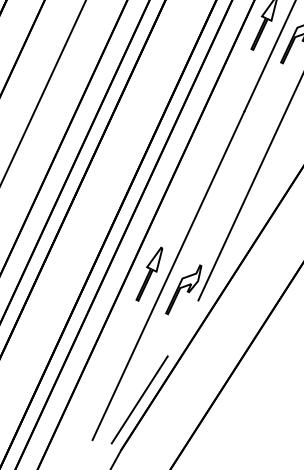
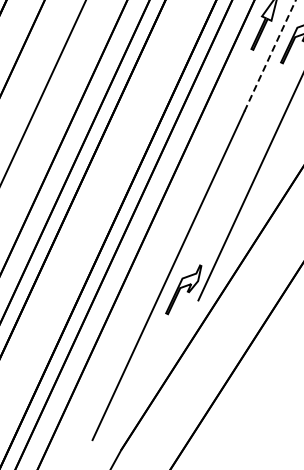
line at (270, 55): solid -> dashed
part at (149, 273): present -> none
line at (139, 399): present -> none
